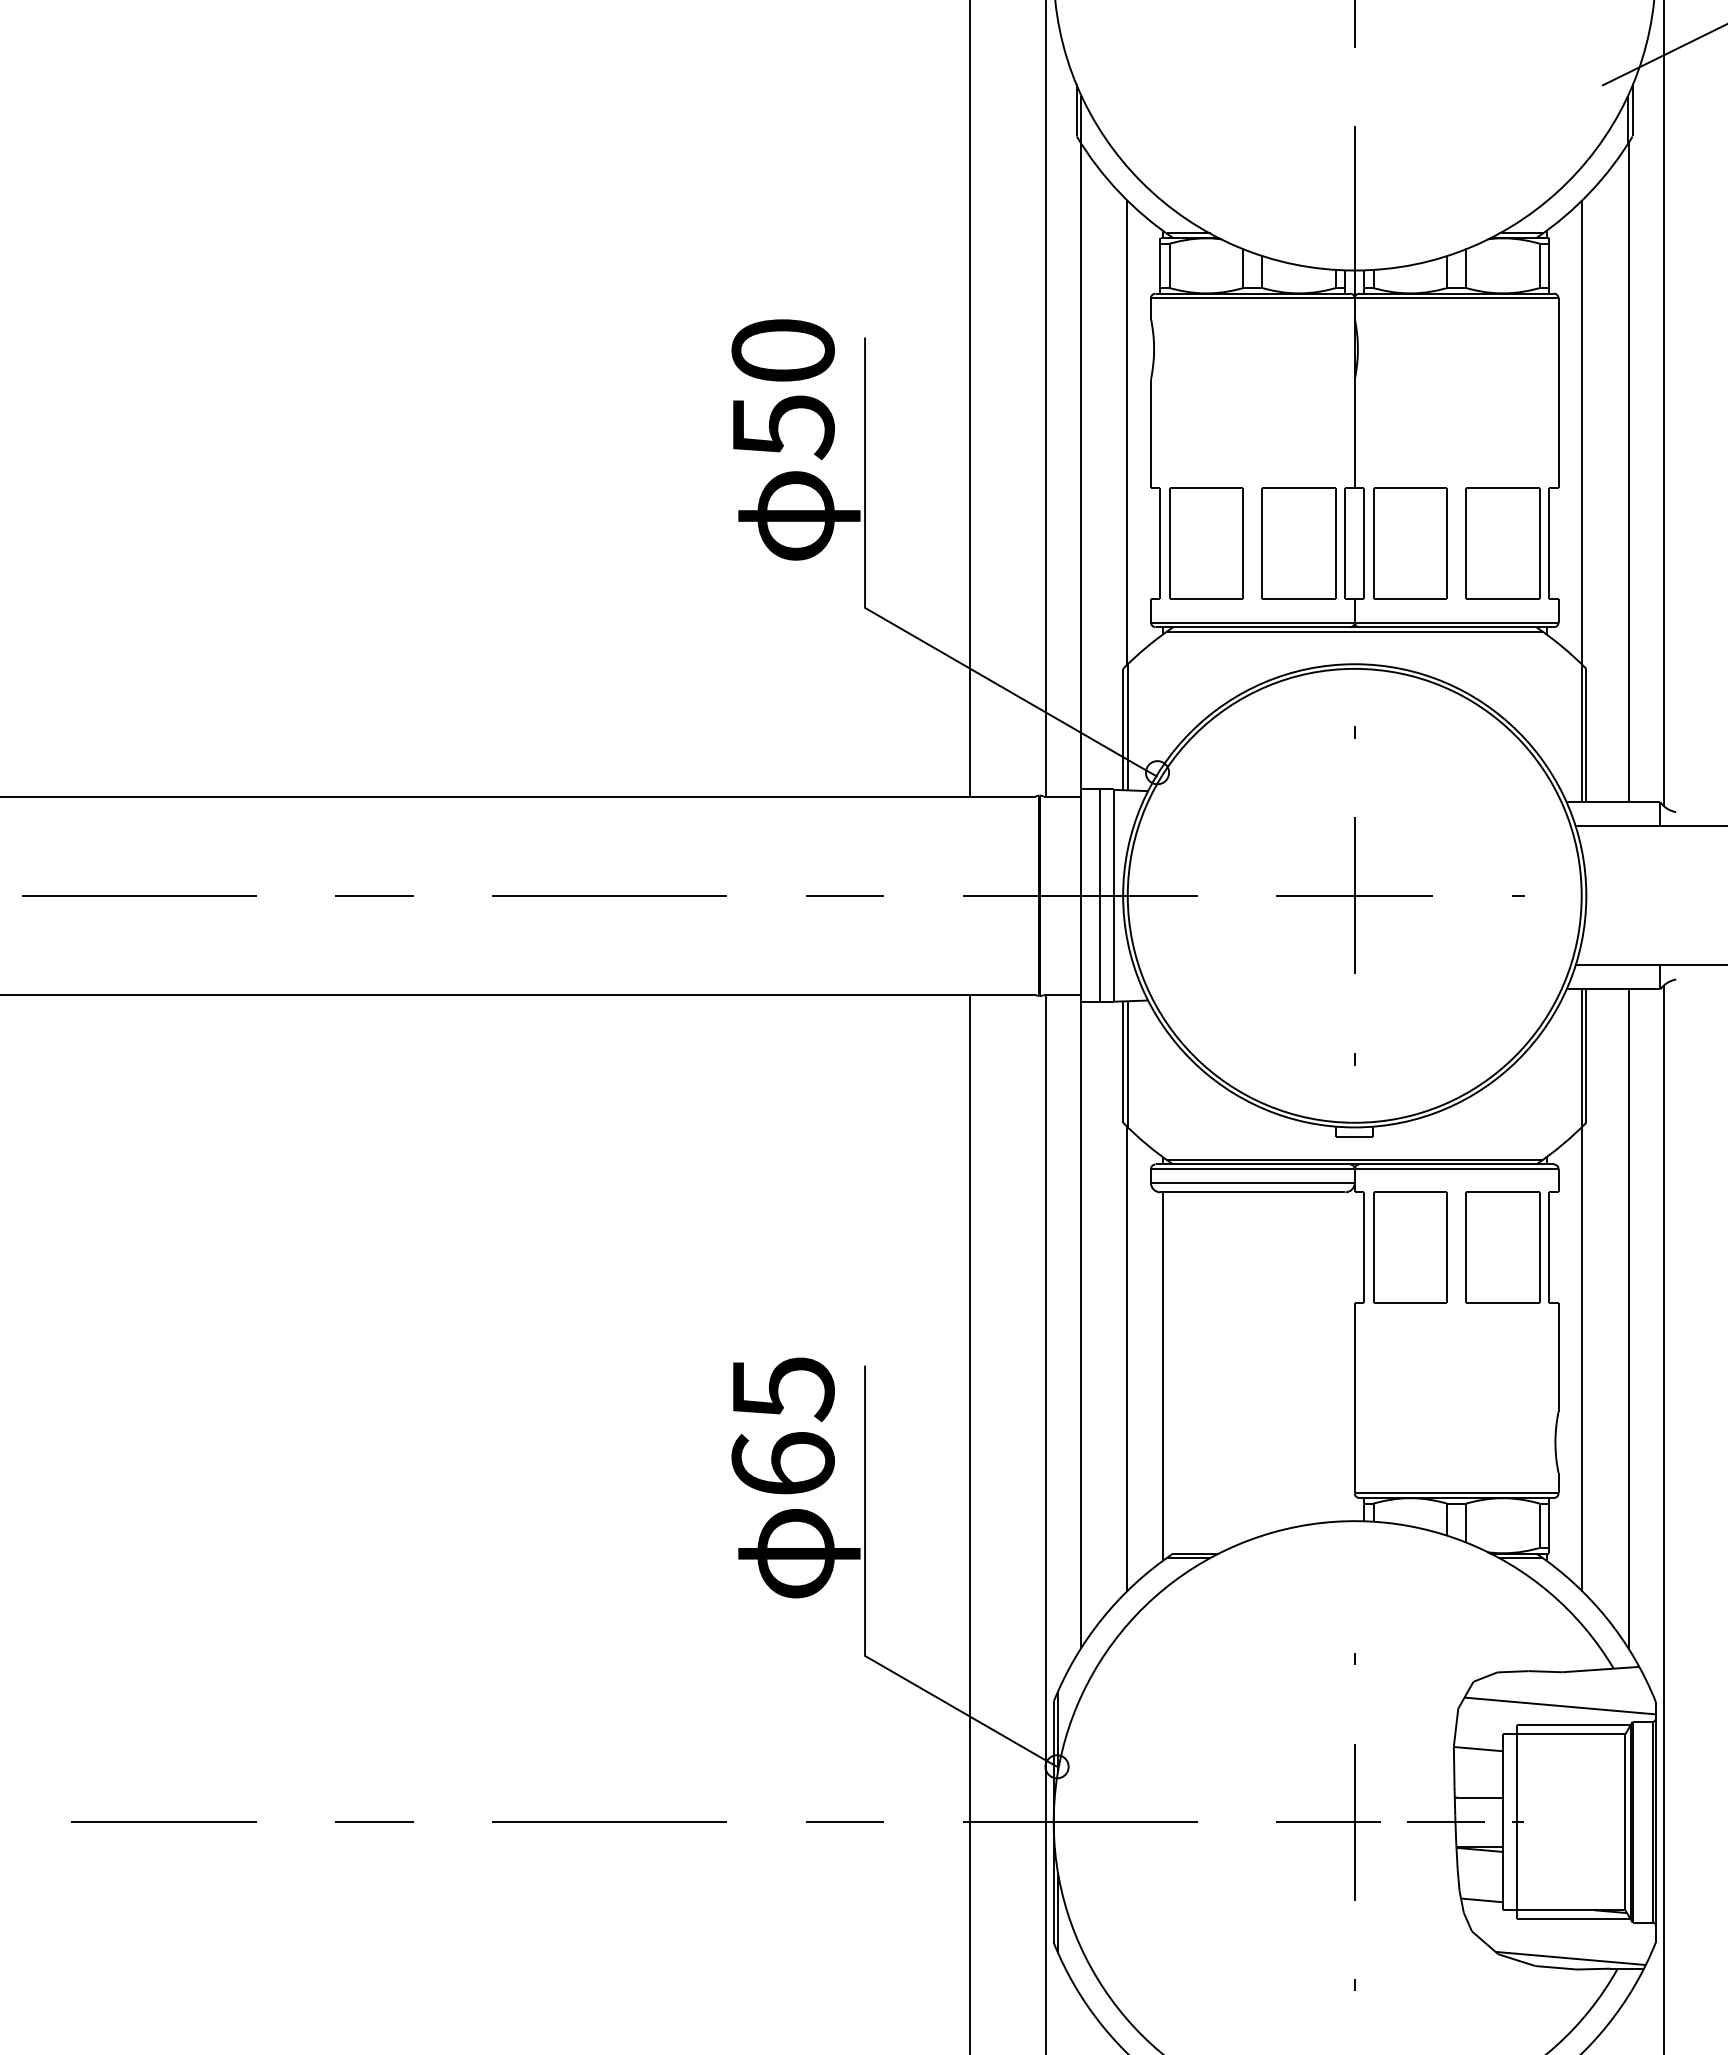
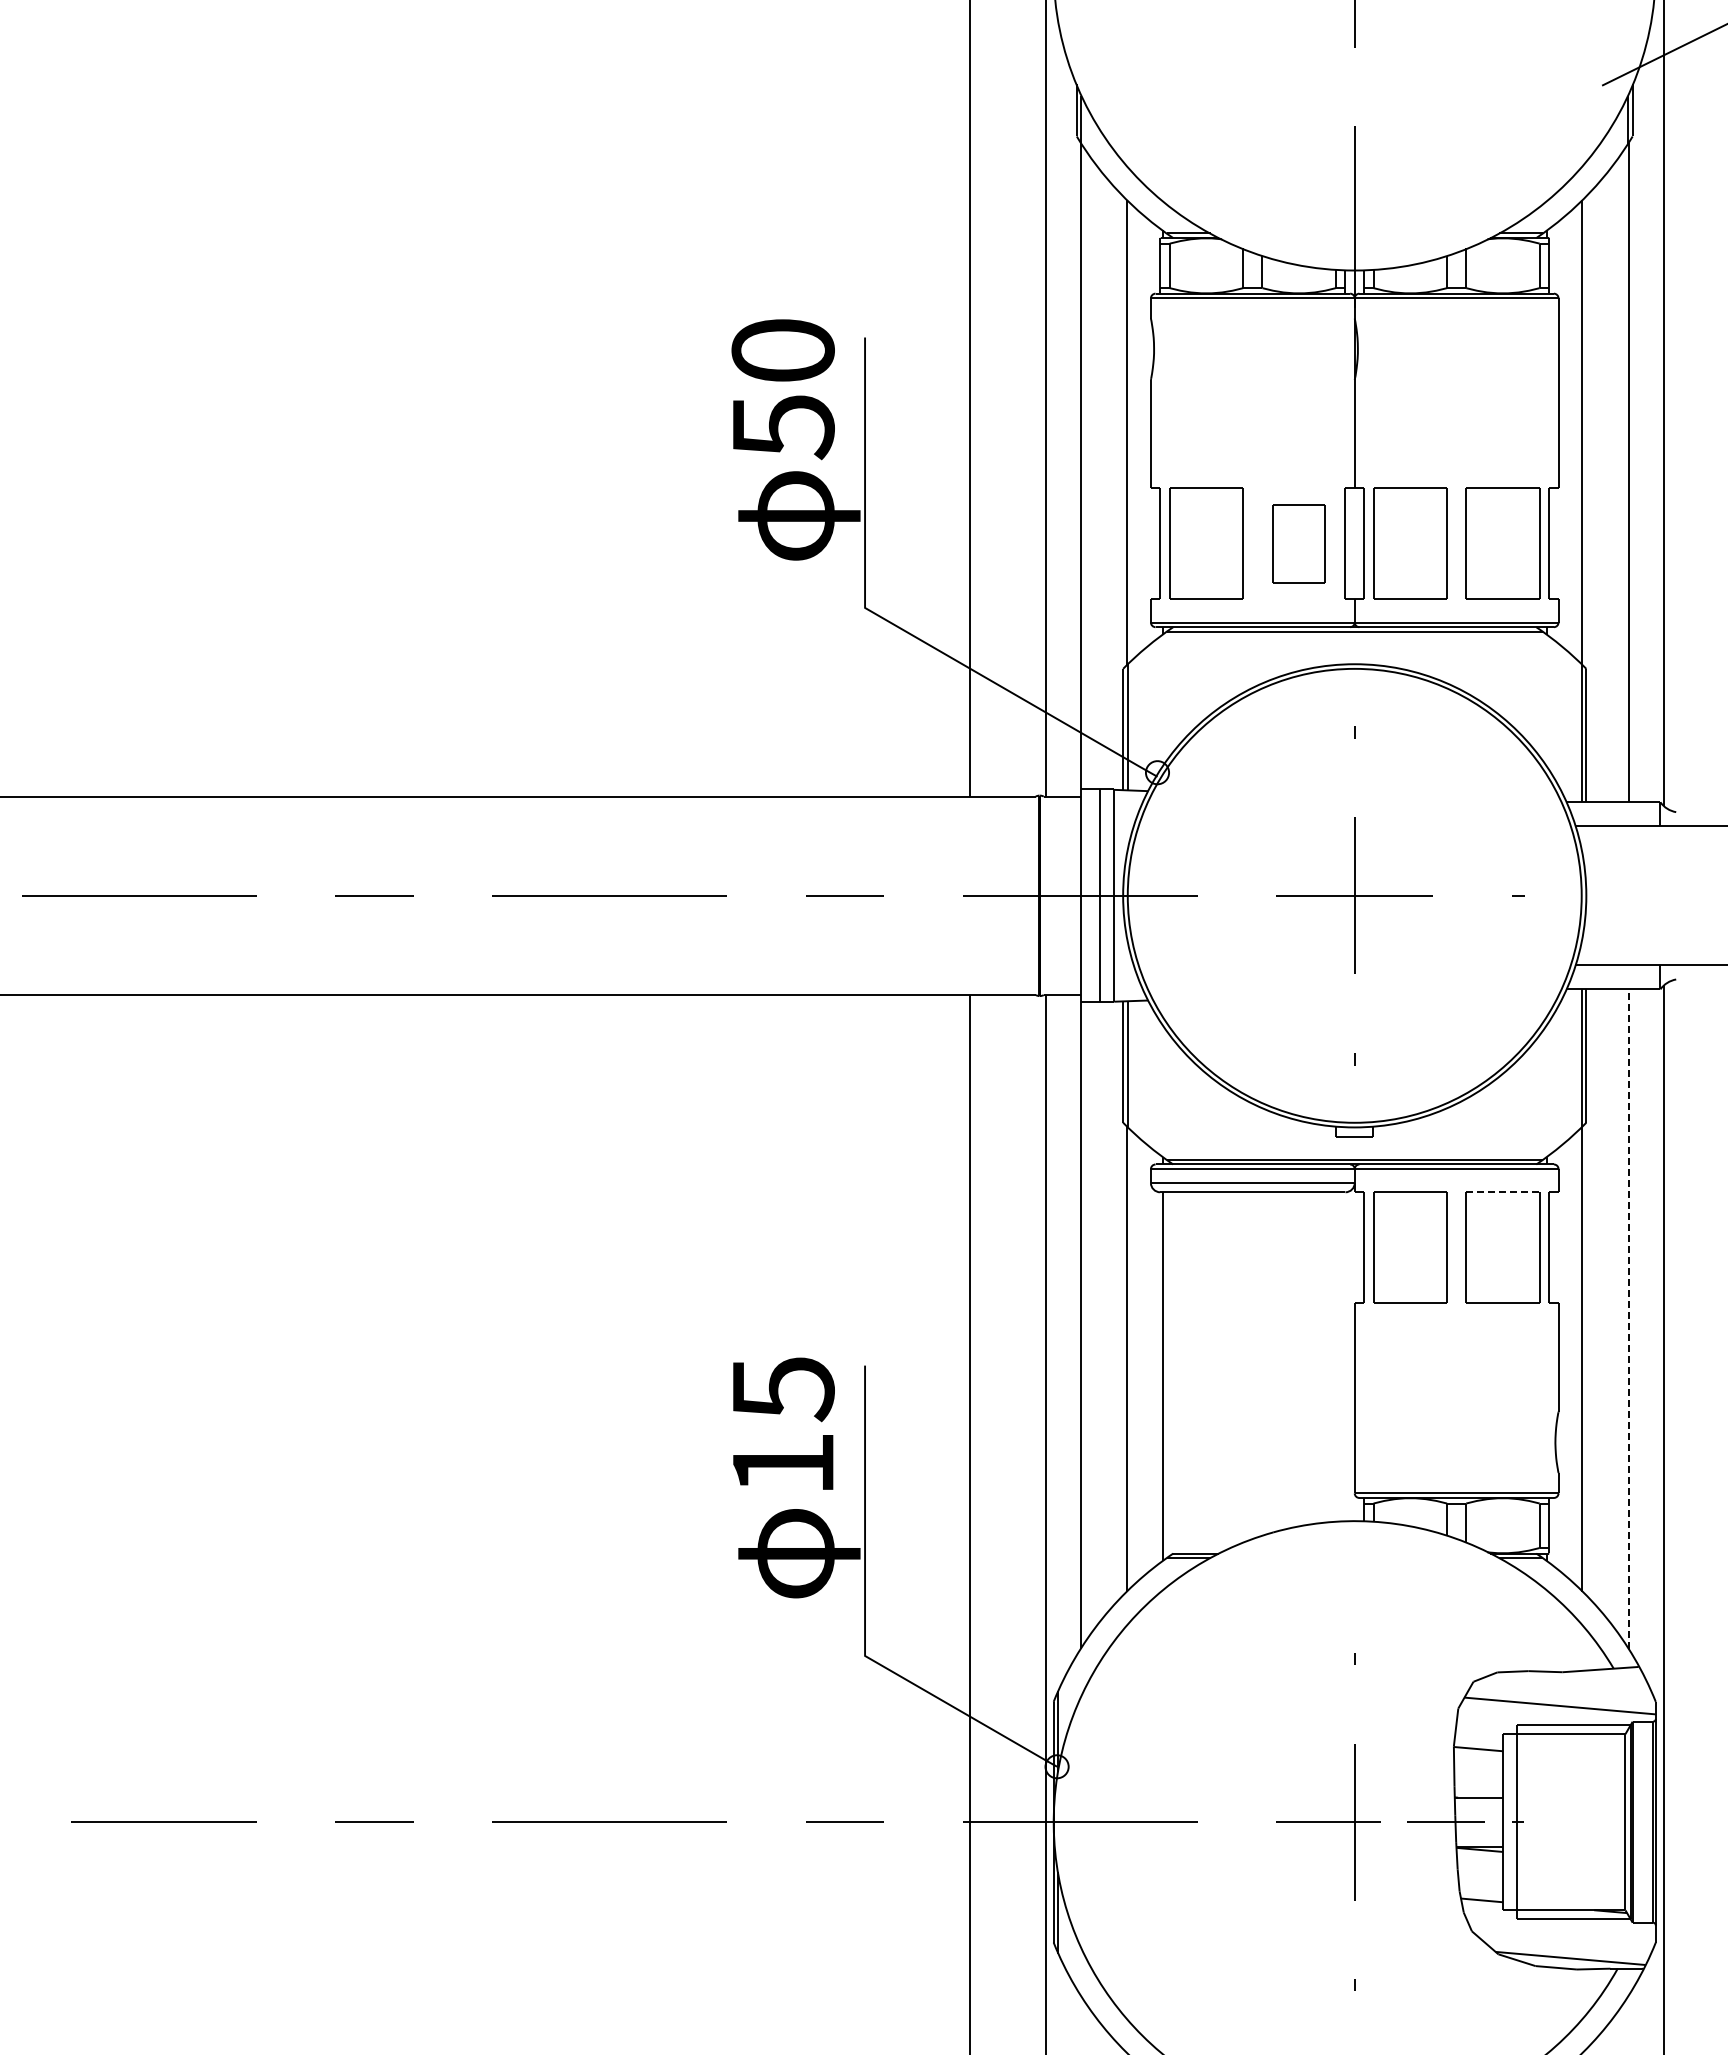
part at (1298, 543) size: 76x113 px -> 54x80 px
line at (1502, 1192): solid -> dashed
line at (1628, 1319): solid -> dashed
text at (782, 1463): 65 -> 15
